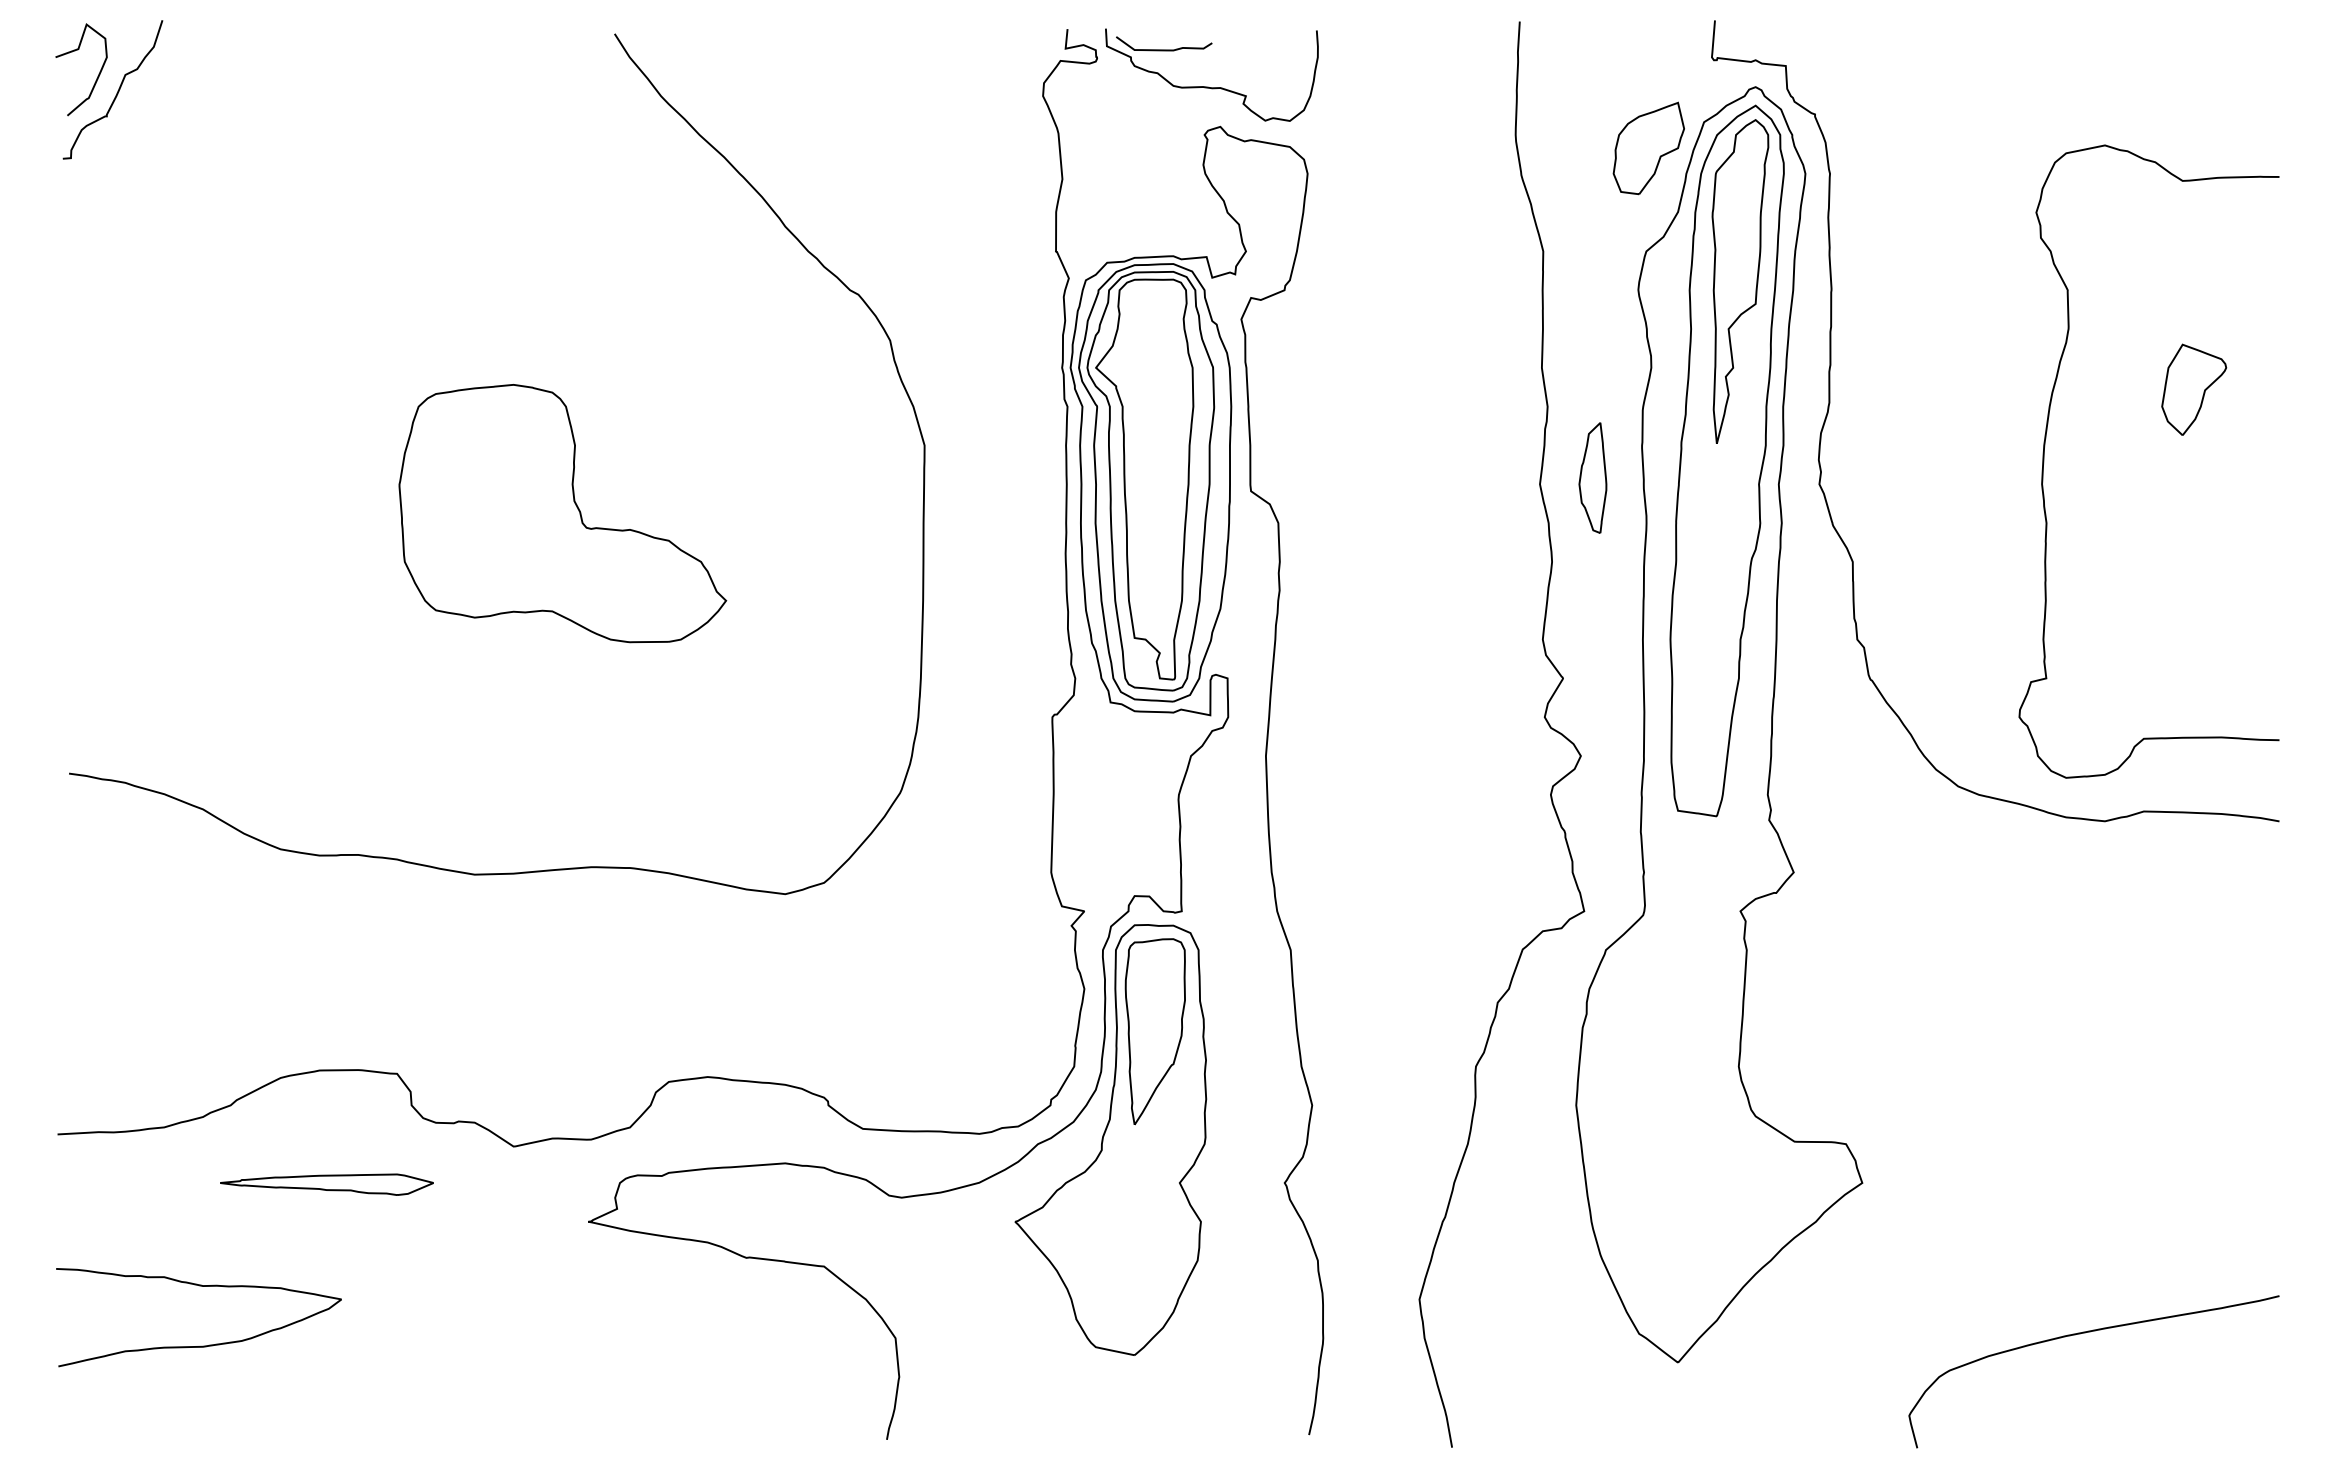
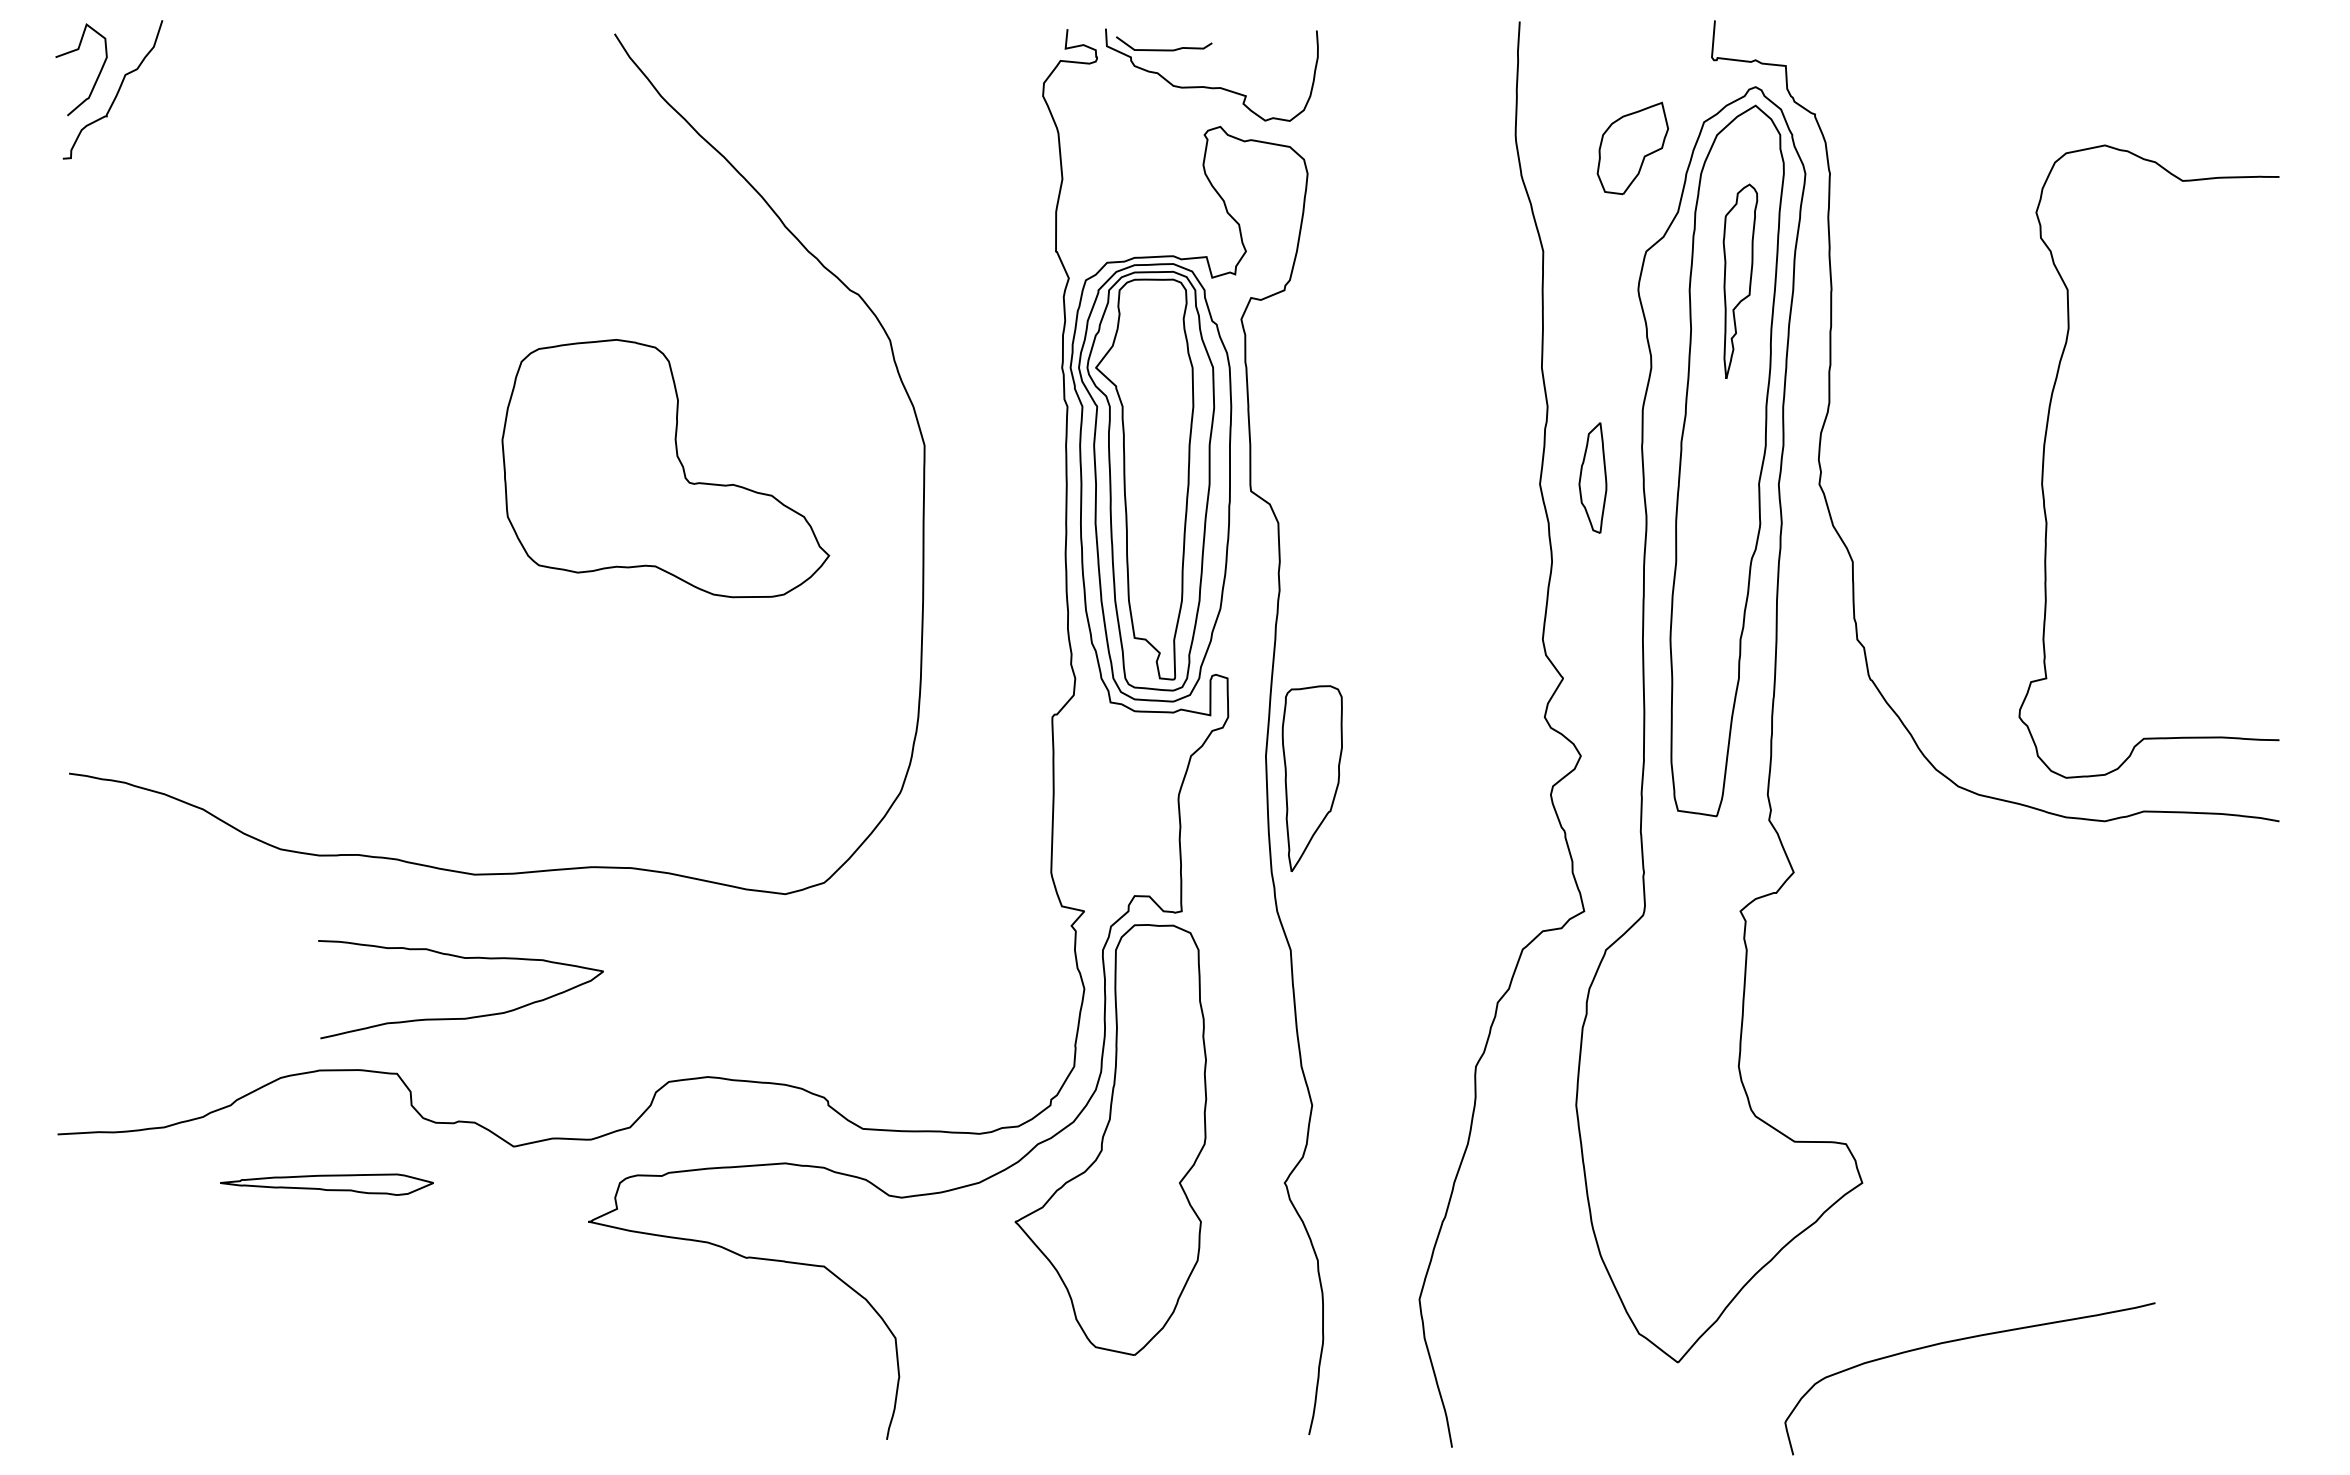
part at (1648, 148) position: (1648, 148) -> (1632, 148)
part at (1740, 281) size: 59x325 px -> 37x196 px
part at (2194, 389): present -> none
part at (562, 513) position: (562, 513) -> (665, 468)
part at (1154, 1031) position: (1154, 1031) -> (1311, 778)
curve at (2085, 1333) position: (2085, 1333) -> (1961, 1340)
curve at (201, 1345) position: (201, 1345) -> (463, 1017)
